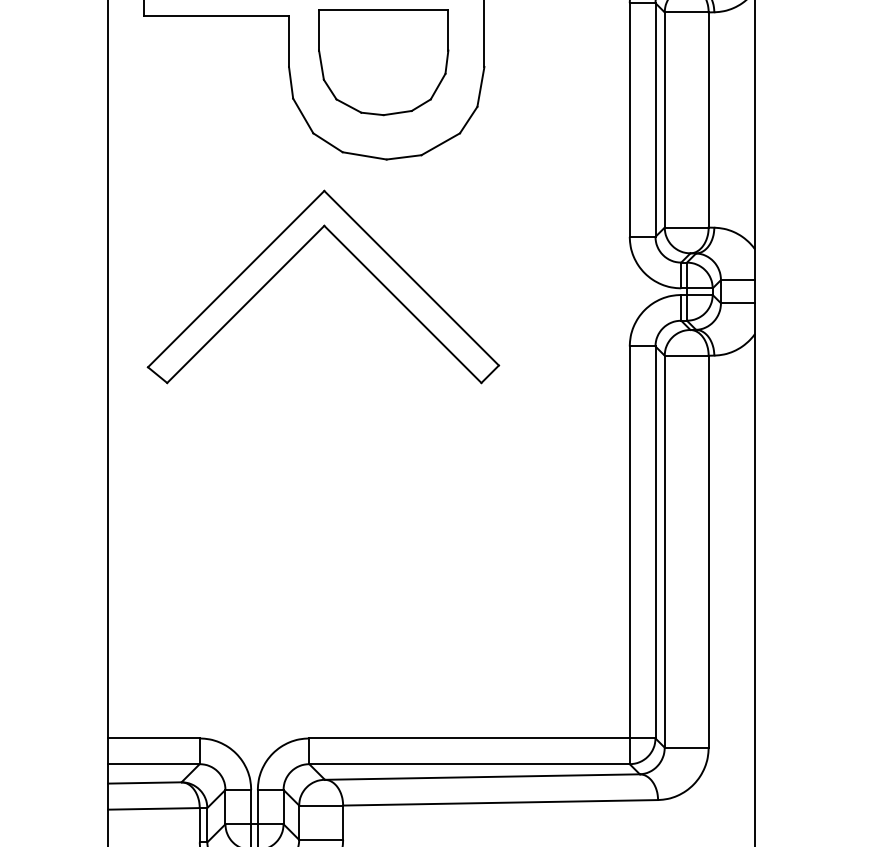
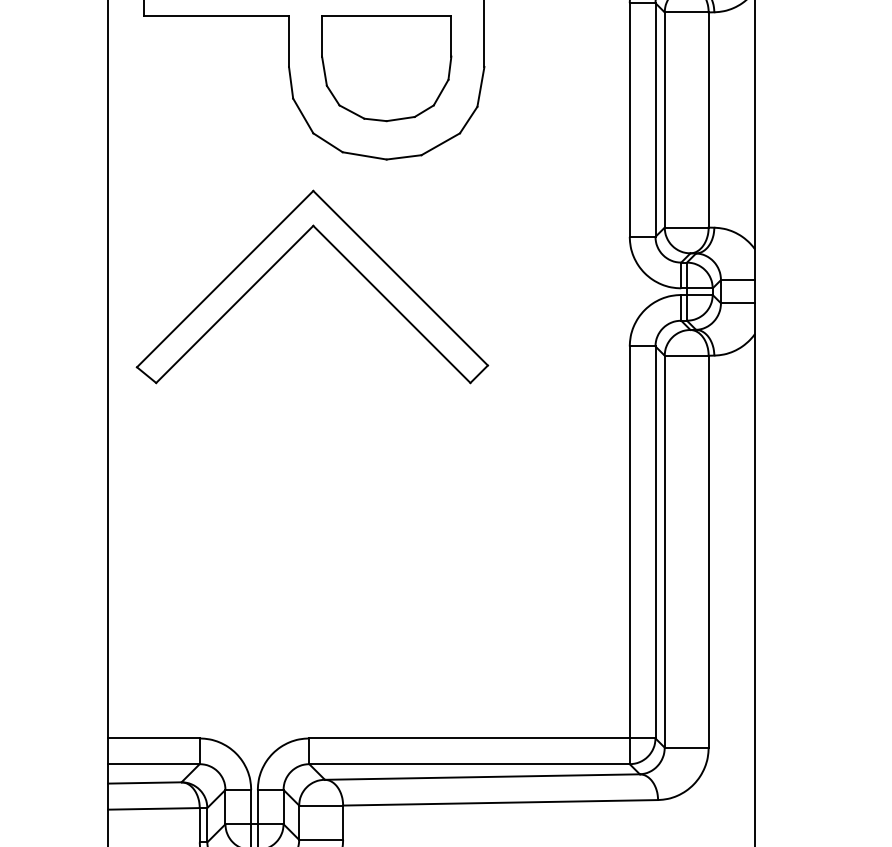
part at (383, 62) position: (383, 62) -> (386, 68)
part at (294, 257) position: (294, 257) -> (283, 257)
